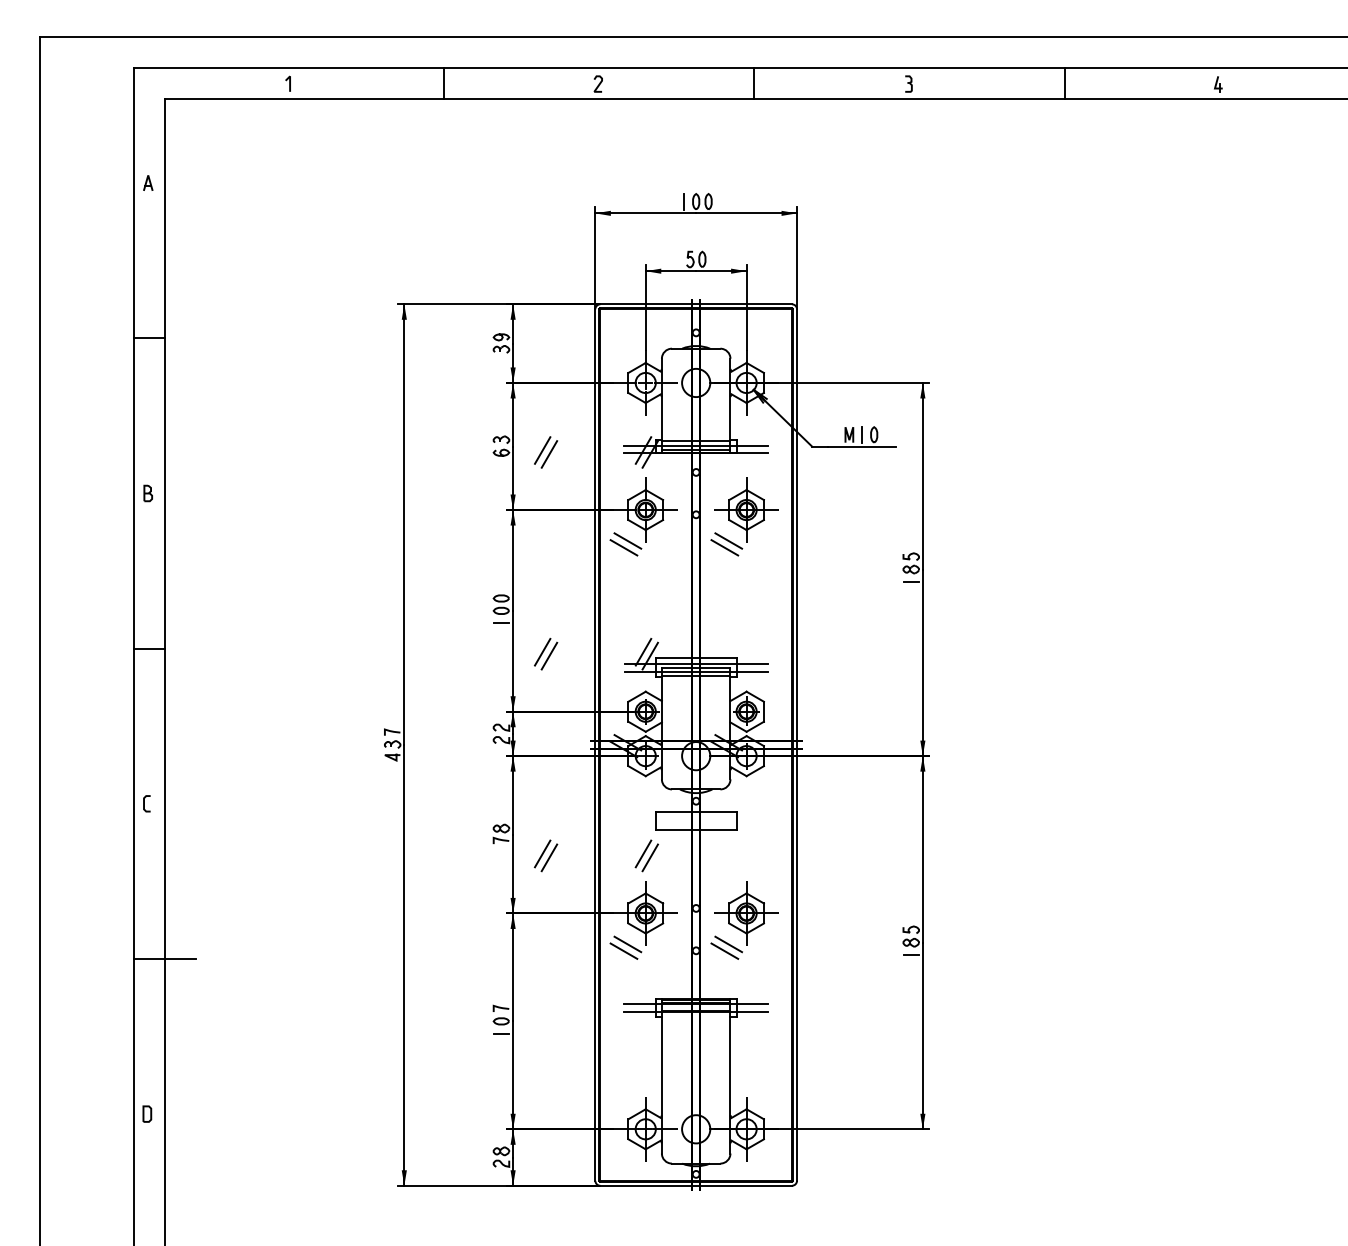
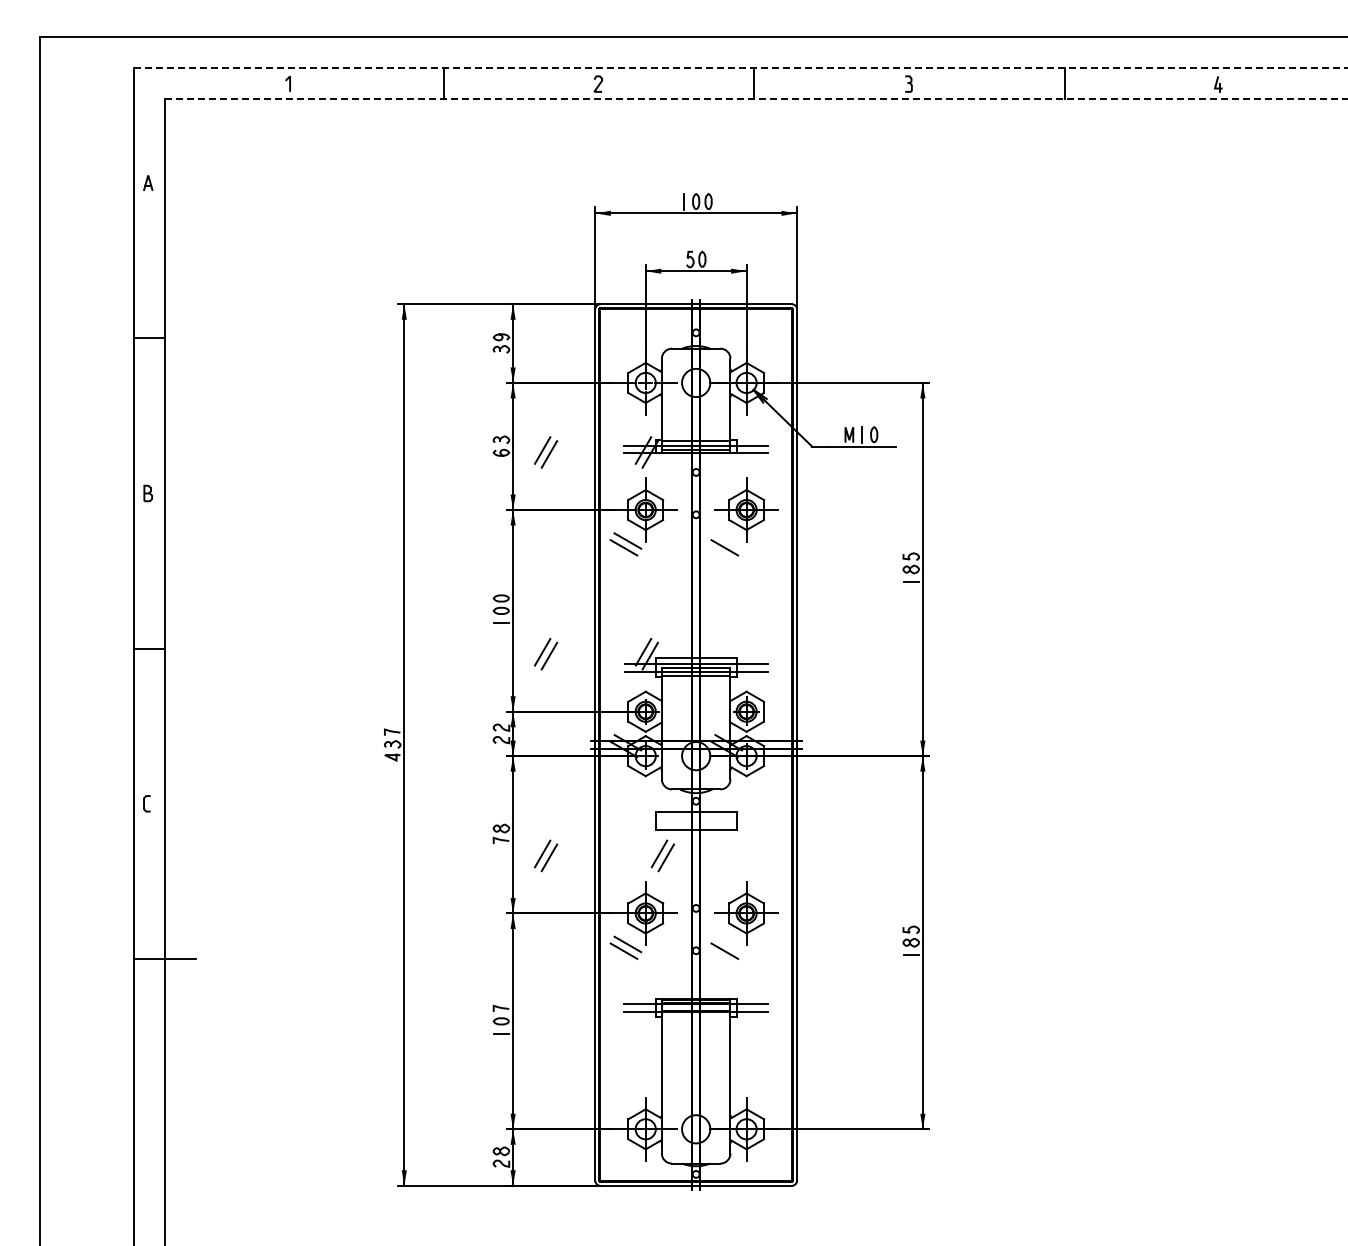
line at (740, 68): solid -> dashed
line at (756, 99): solid -> dashed
line at (728, 540): present -> none
part at (646, 855) position: (646, 855) -> (662, 855)
line at (728, 944): present -> none
part at (147, 1113): present -> none
